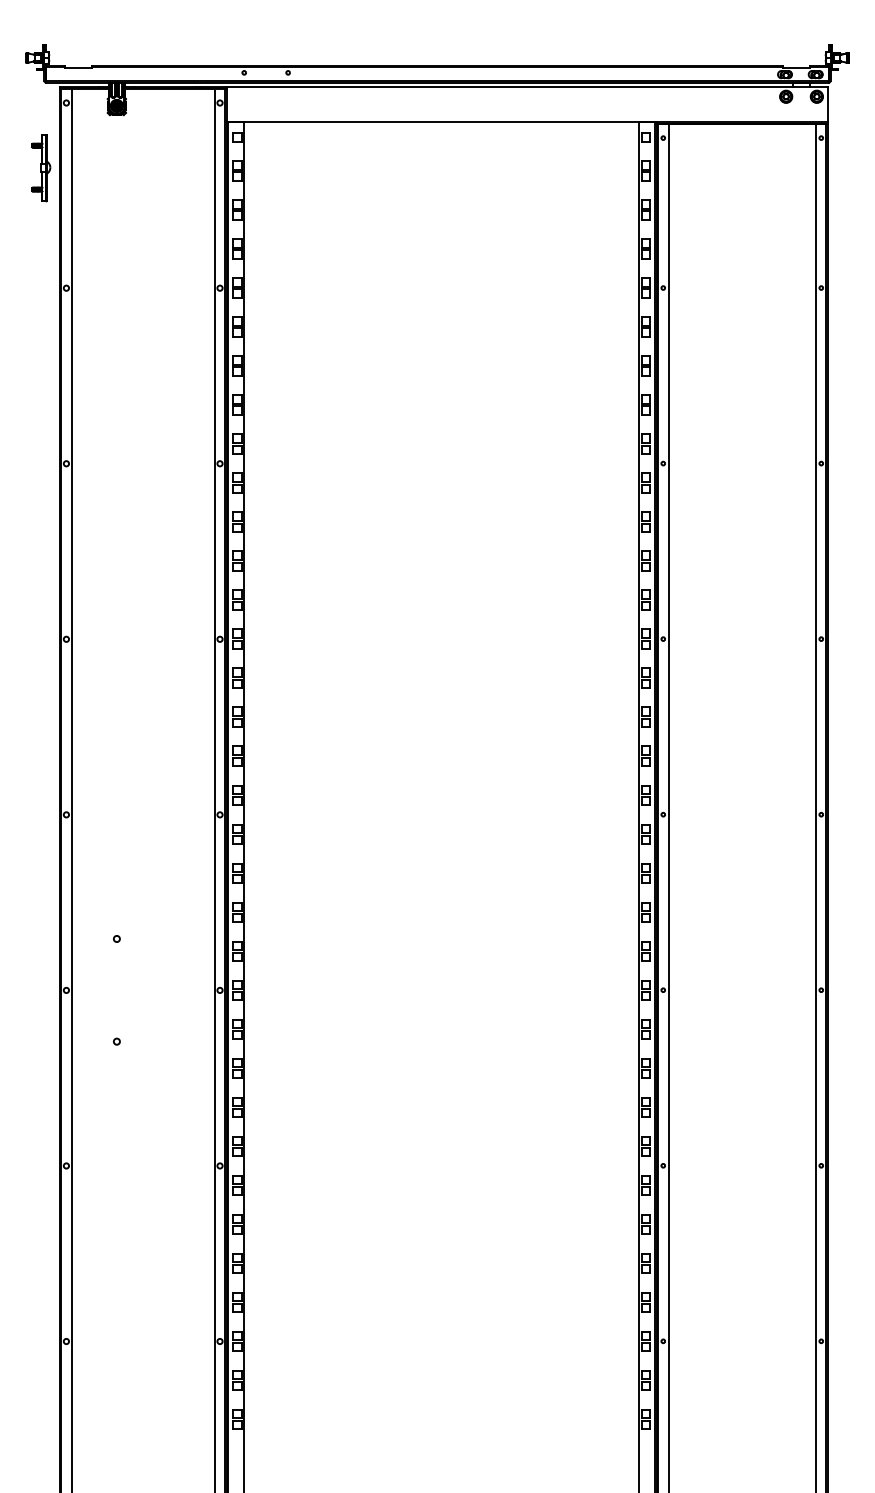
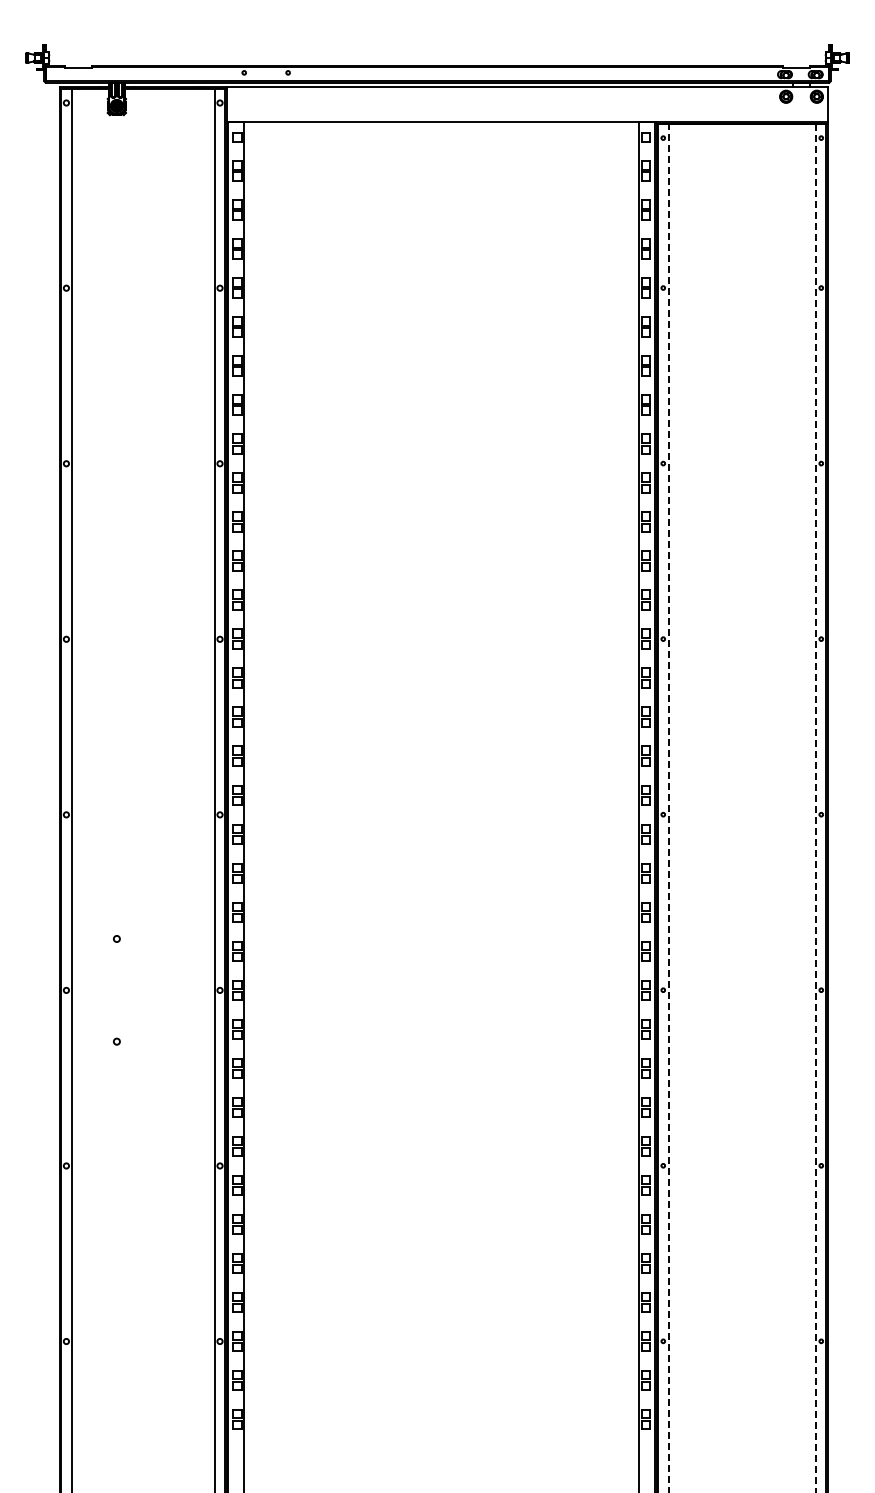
part at (41, 168): present -> none
line at (668, 807): solid -> dashed
line at (816, 808): solid -> dashed
